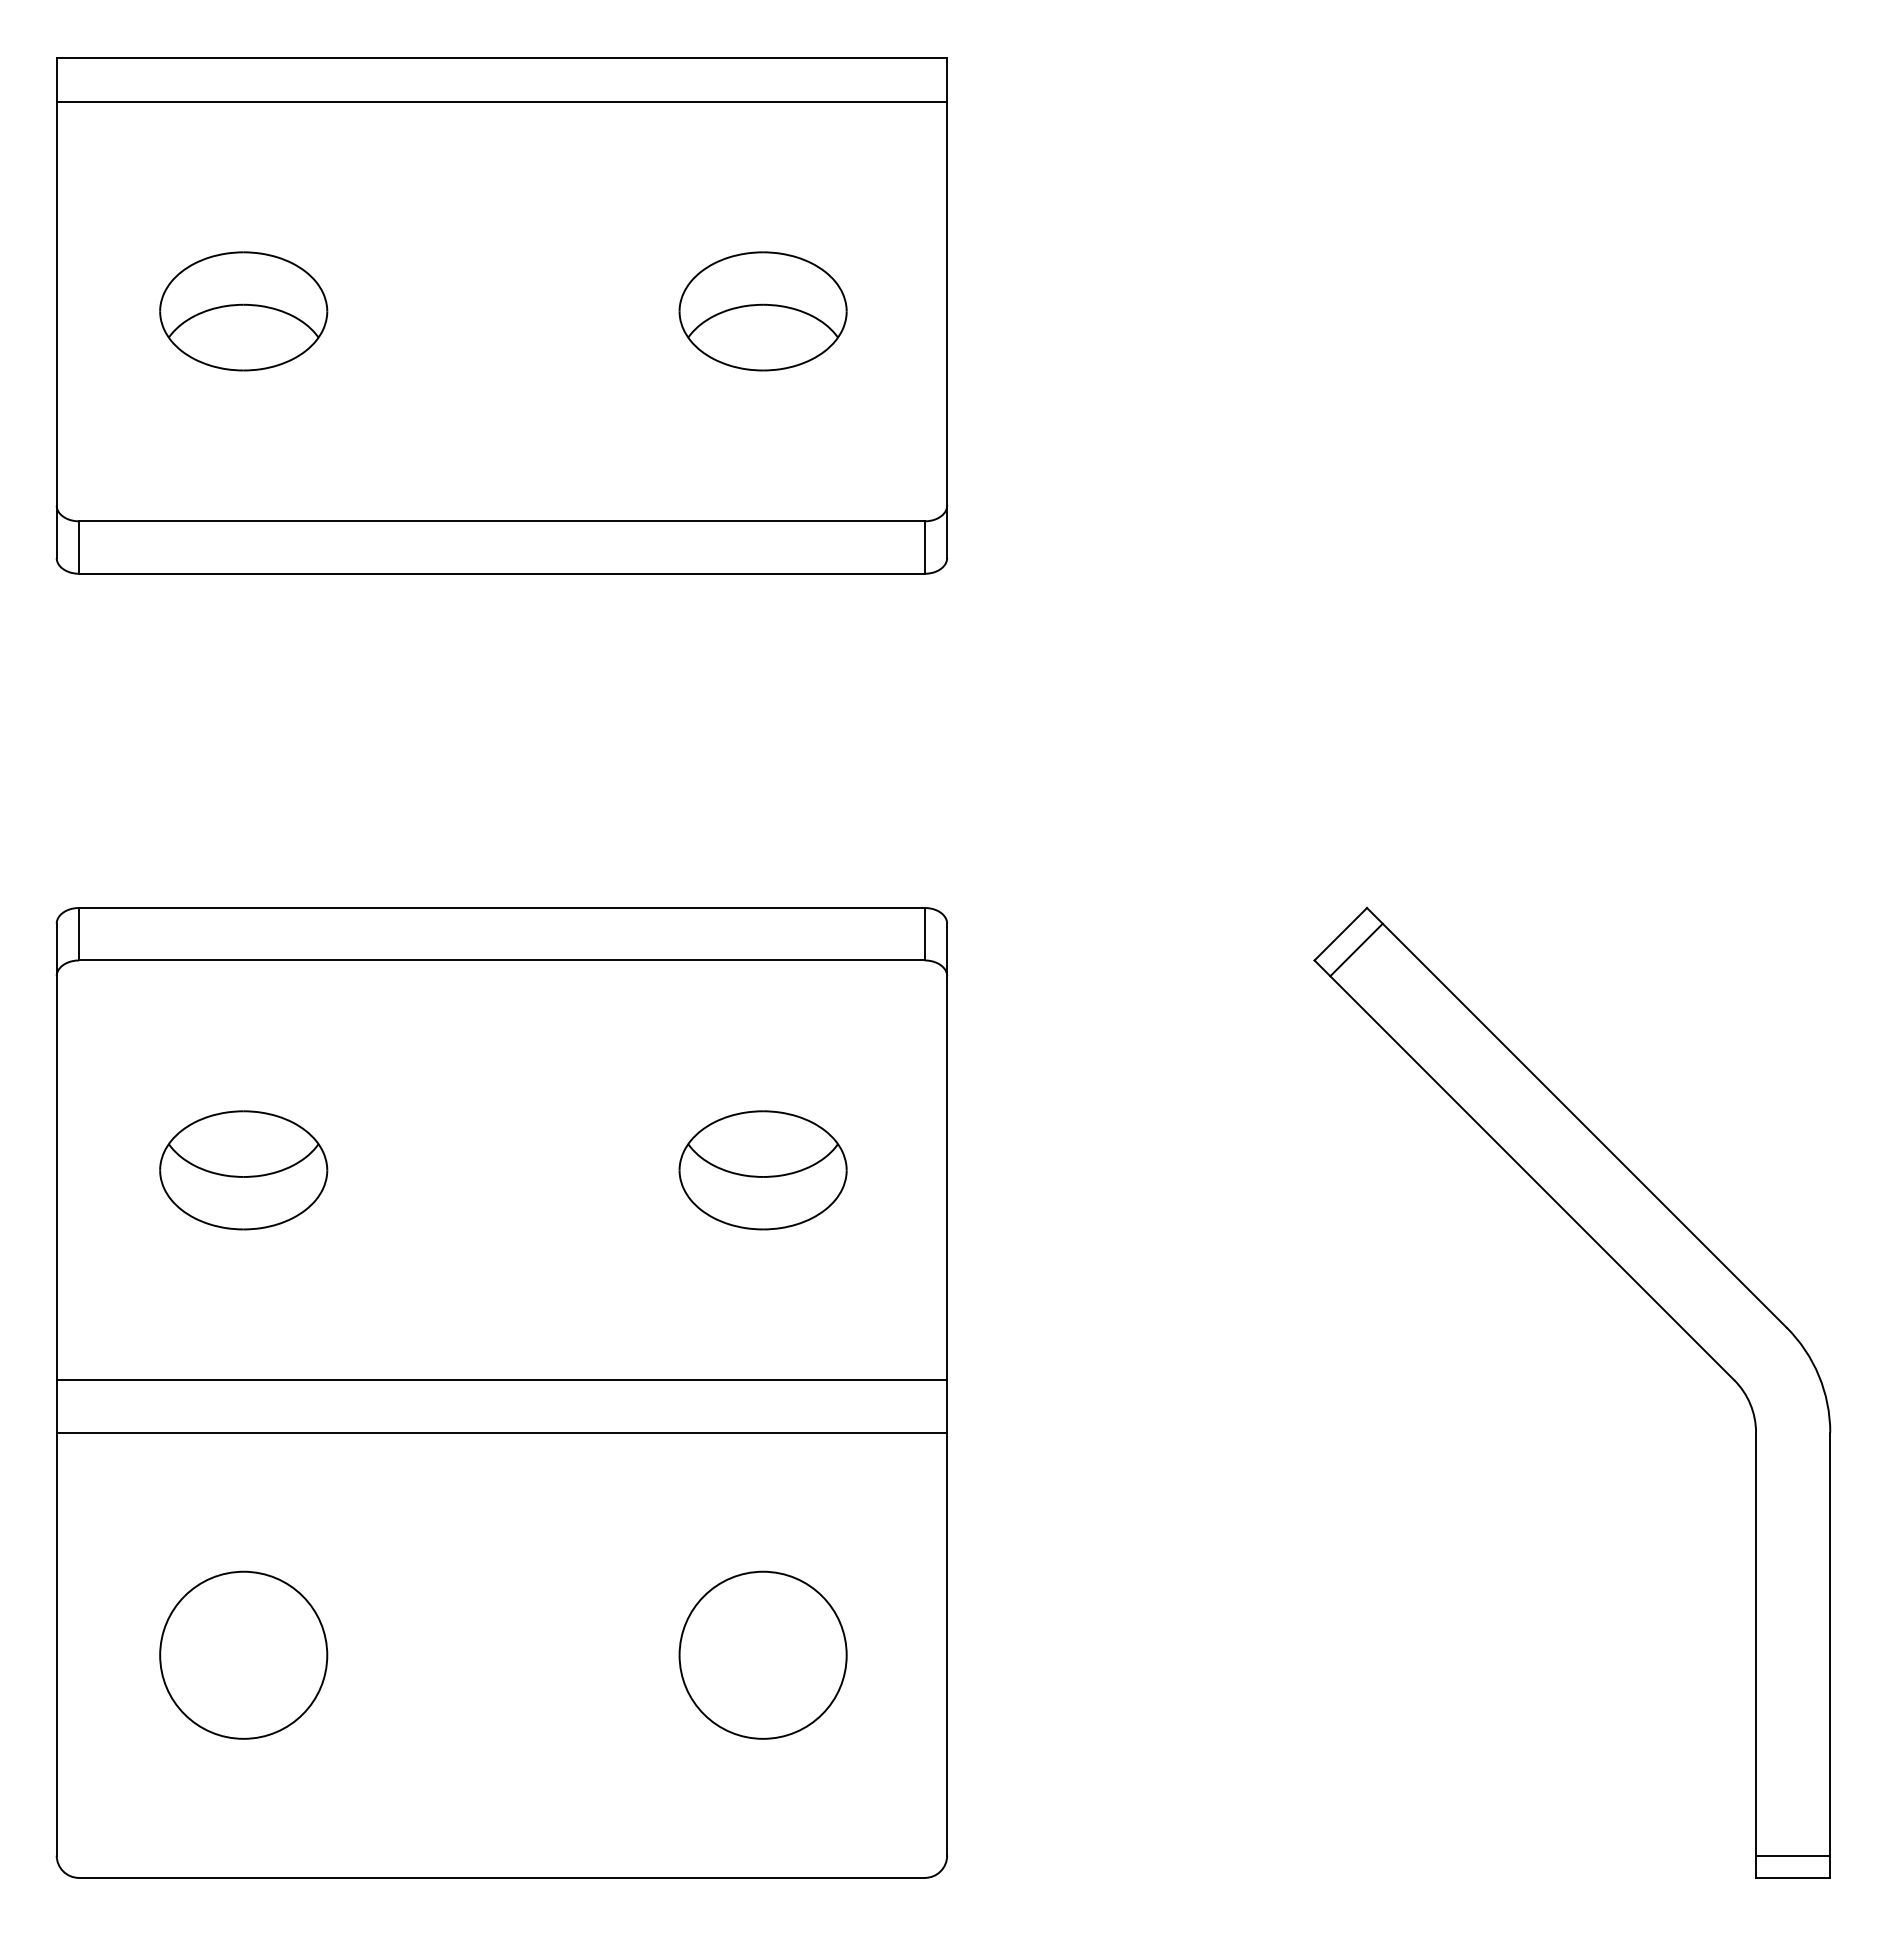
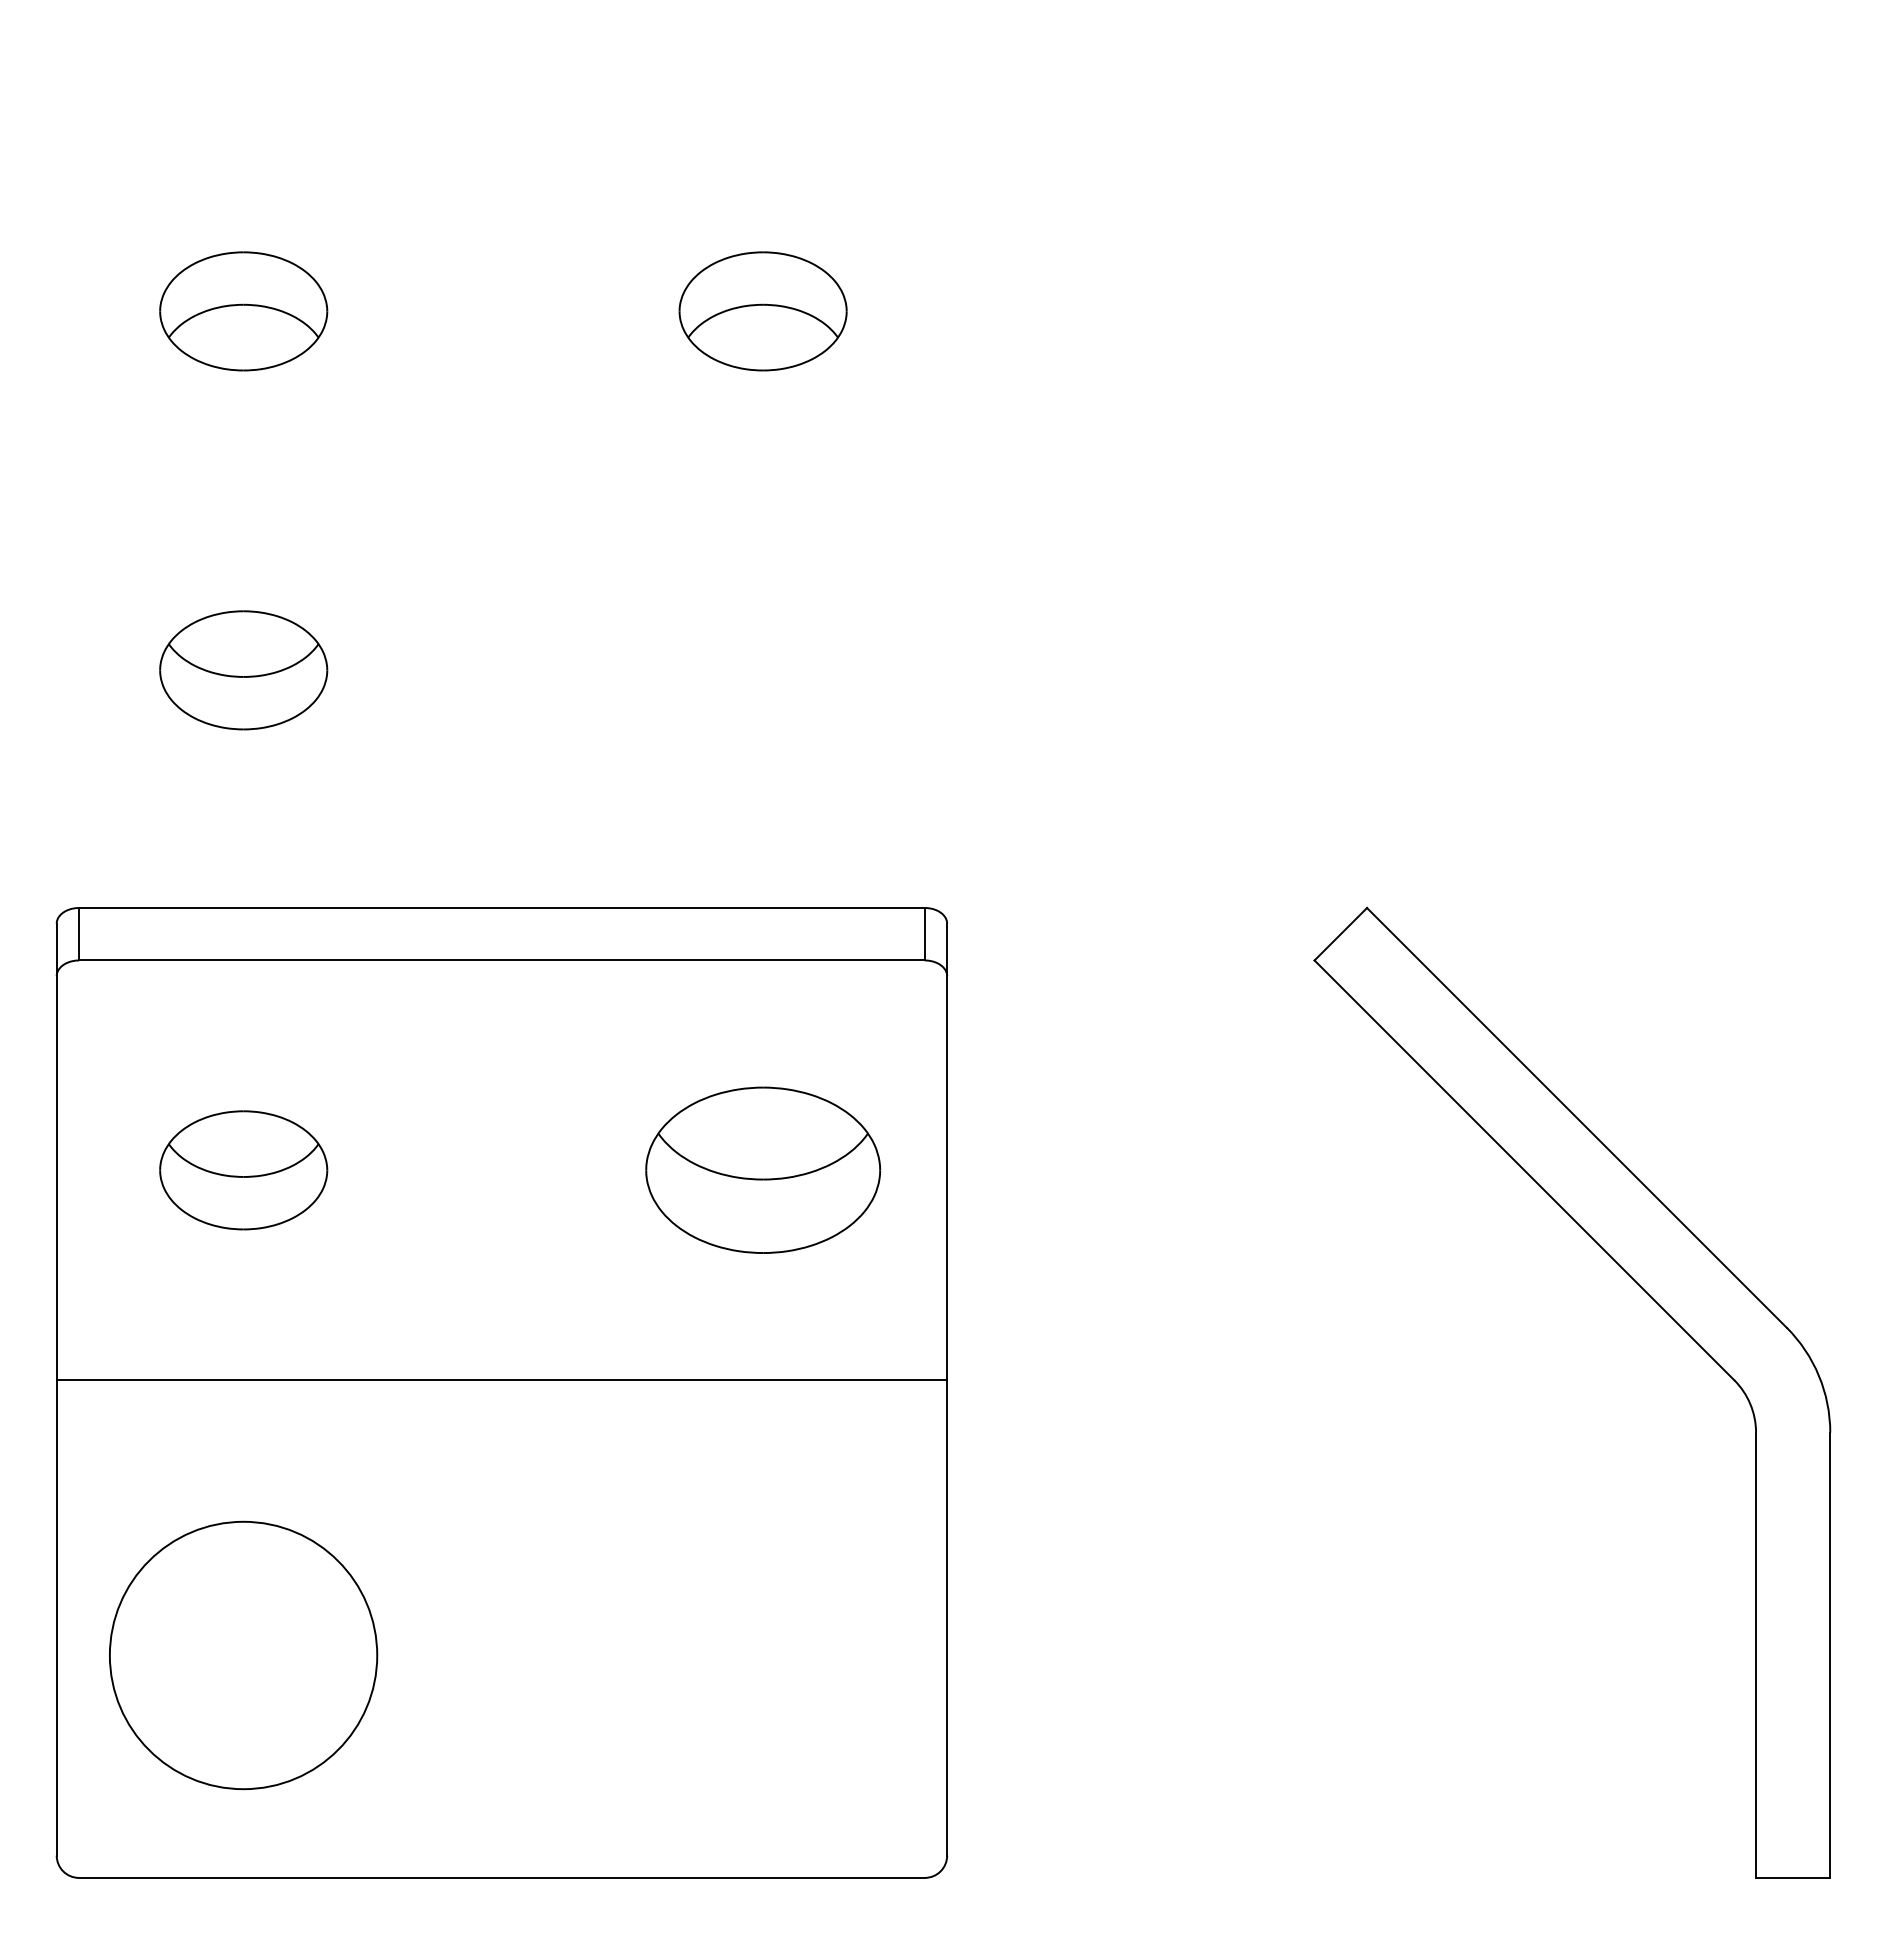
part at (501, 315): present -> none
part at (243, 670): none -> present
line at (1356, 949): present -> none
part at (762, 1170) size: 170x121 px -> 237x168 px
line at (501, 1432): present -> none
circle at (243, 1654) size: 170x170 px -> 270x271 px
circle at (762, 1654): present -> none
line at (1793, 1855): present -> none
